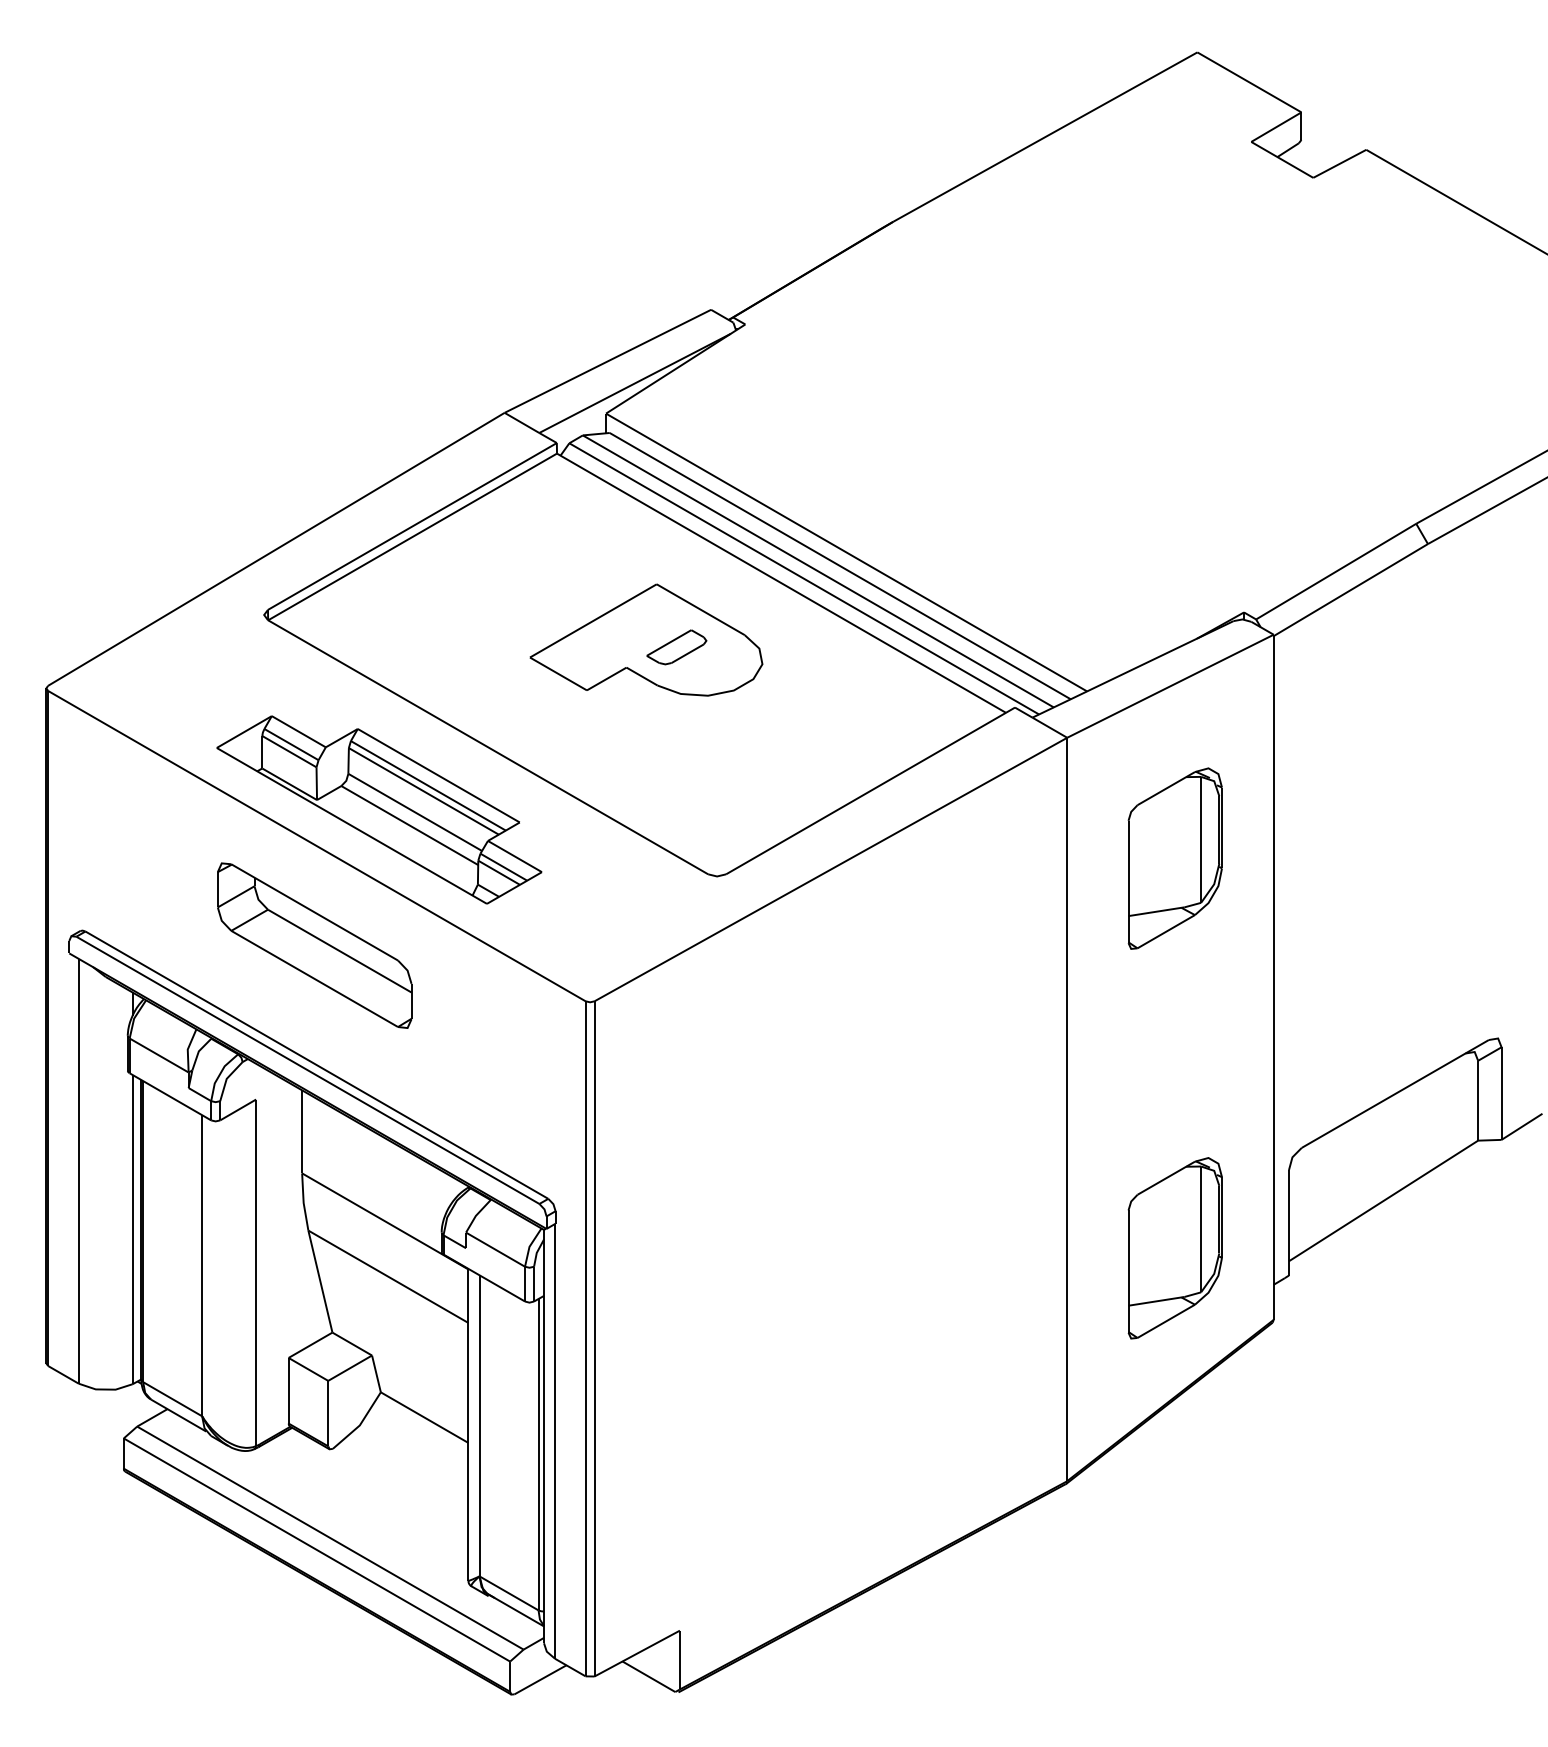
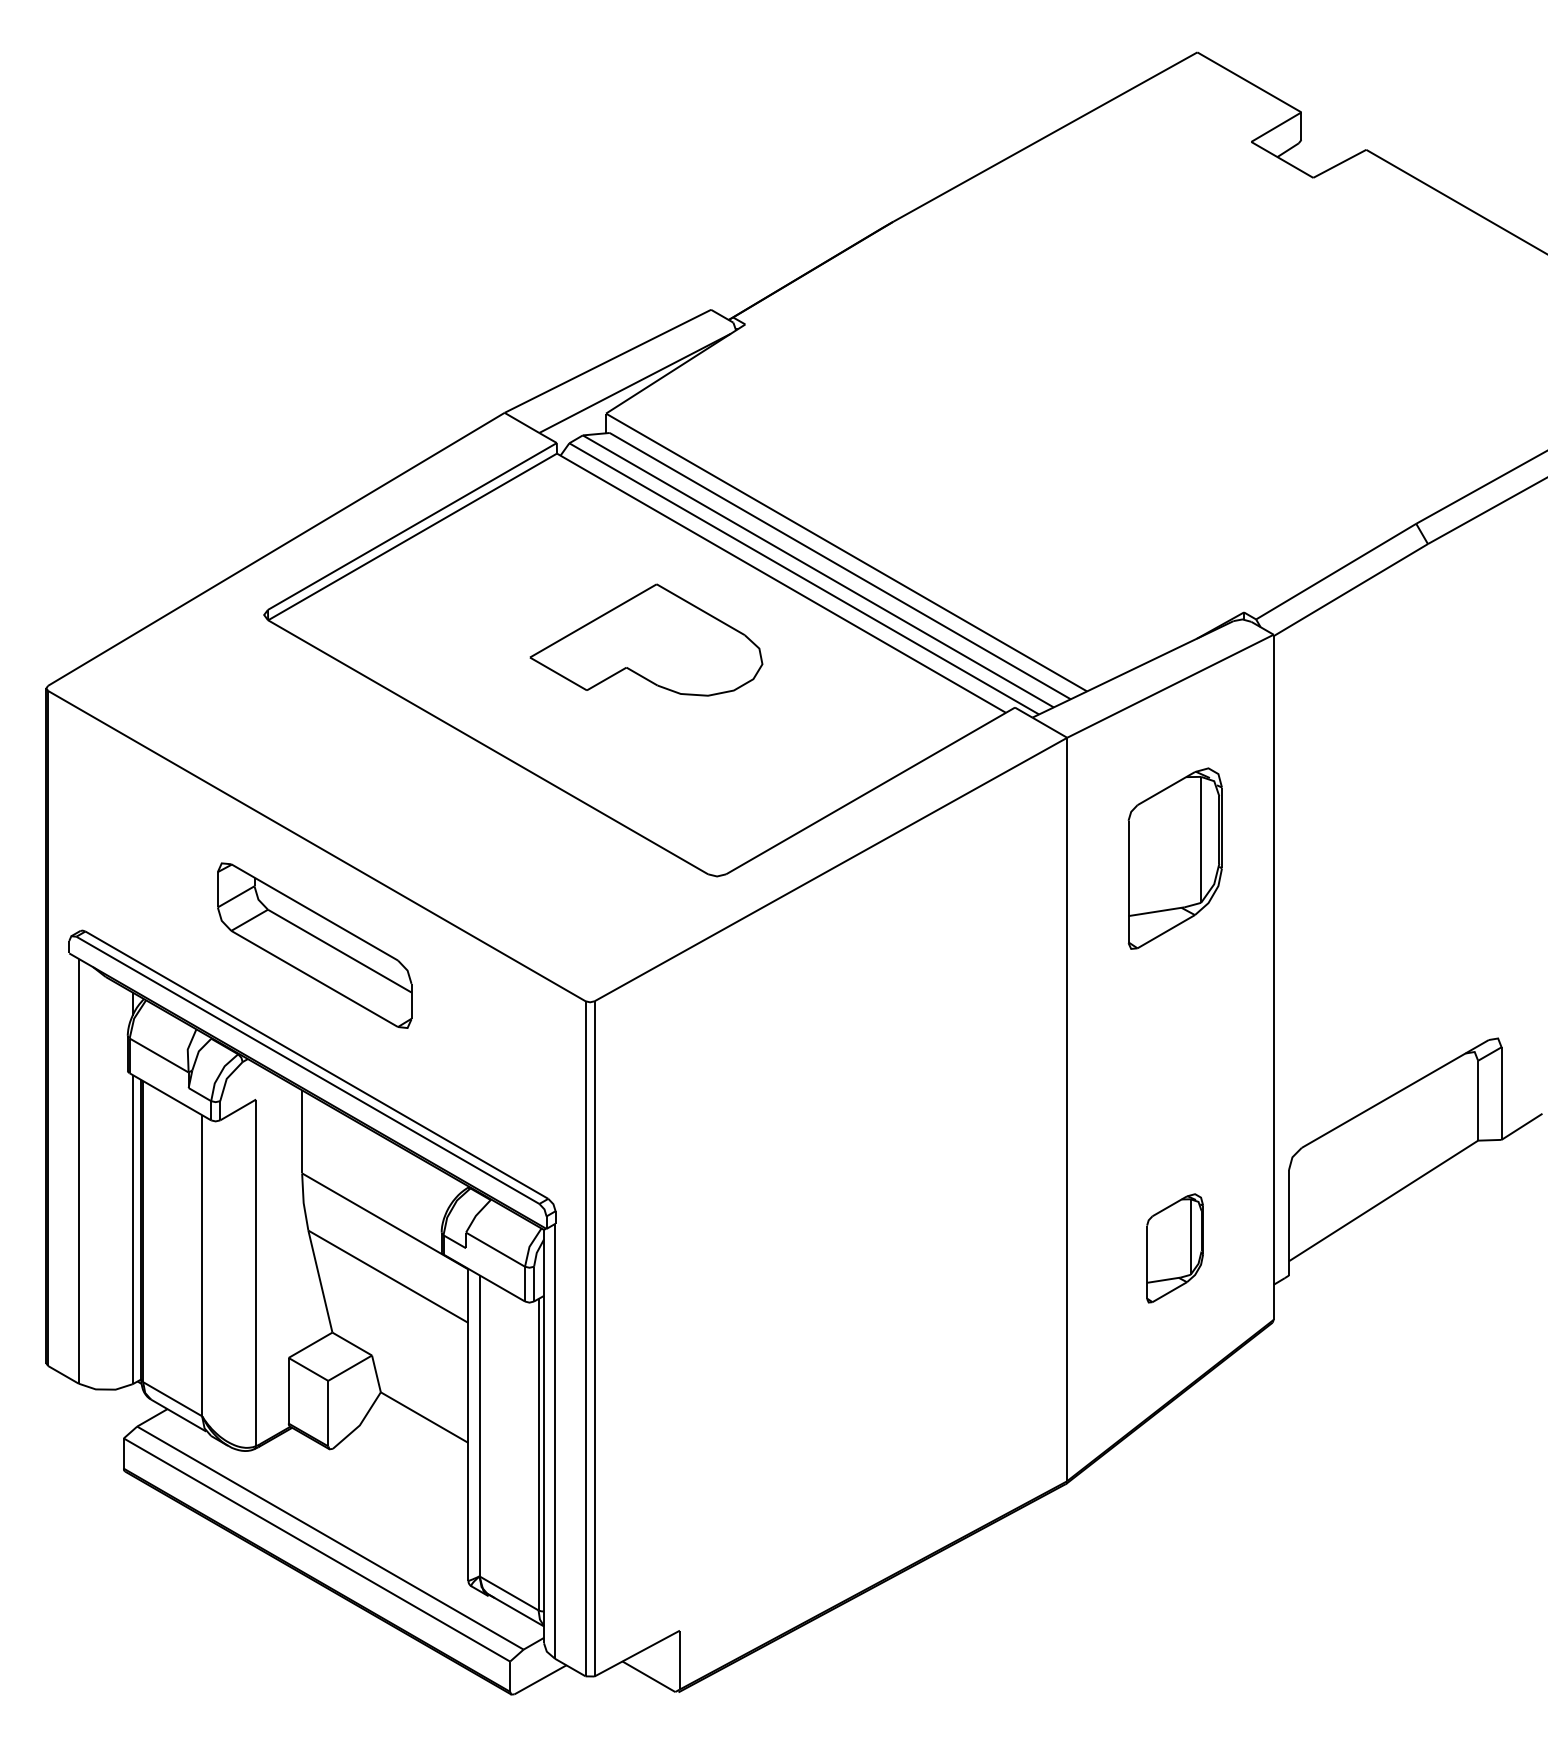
part at (676, 647): present -> none
part at (379, 809): present -> none
part at (1174, 1248) size: 96x183 px -> 58x111 px
